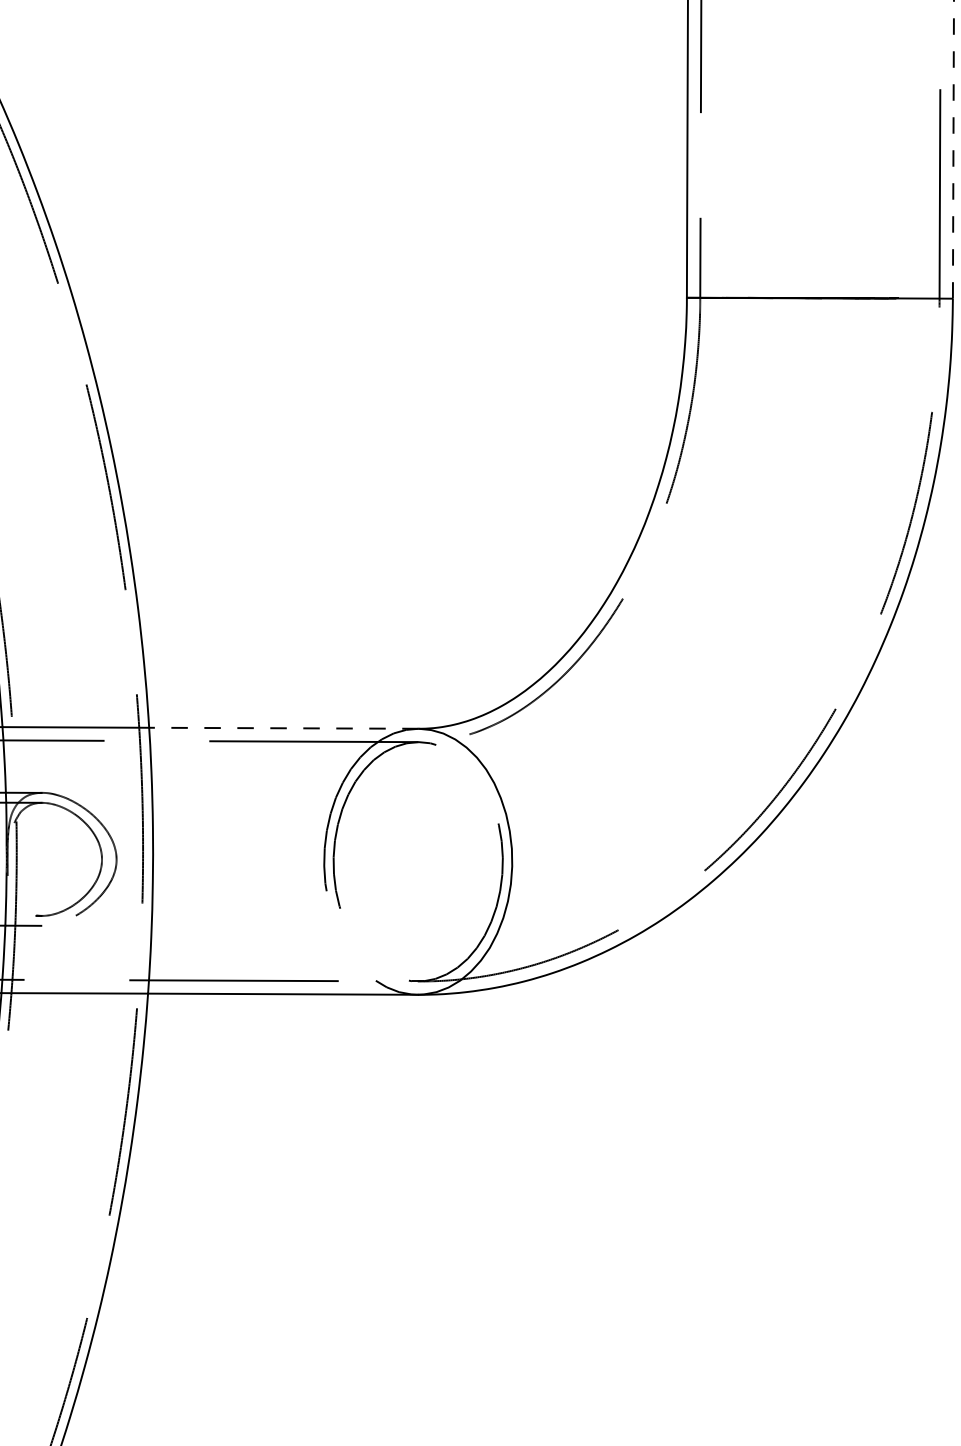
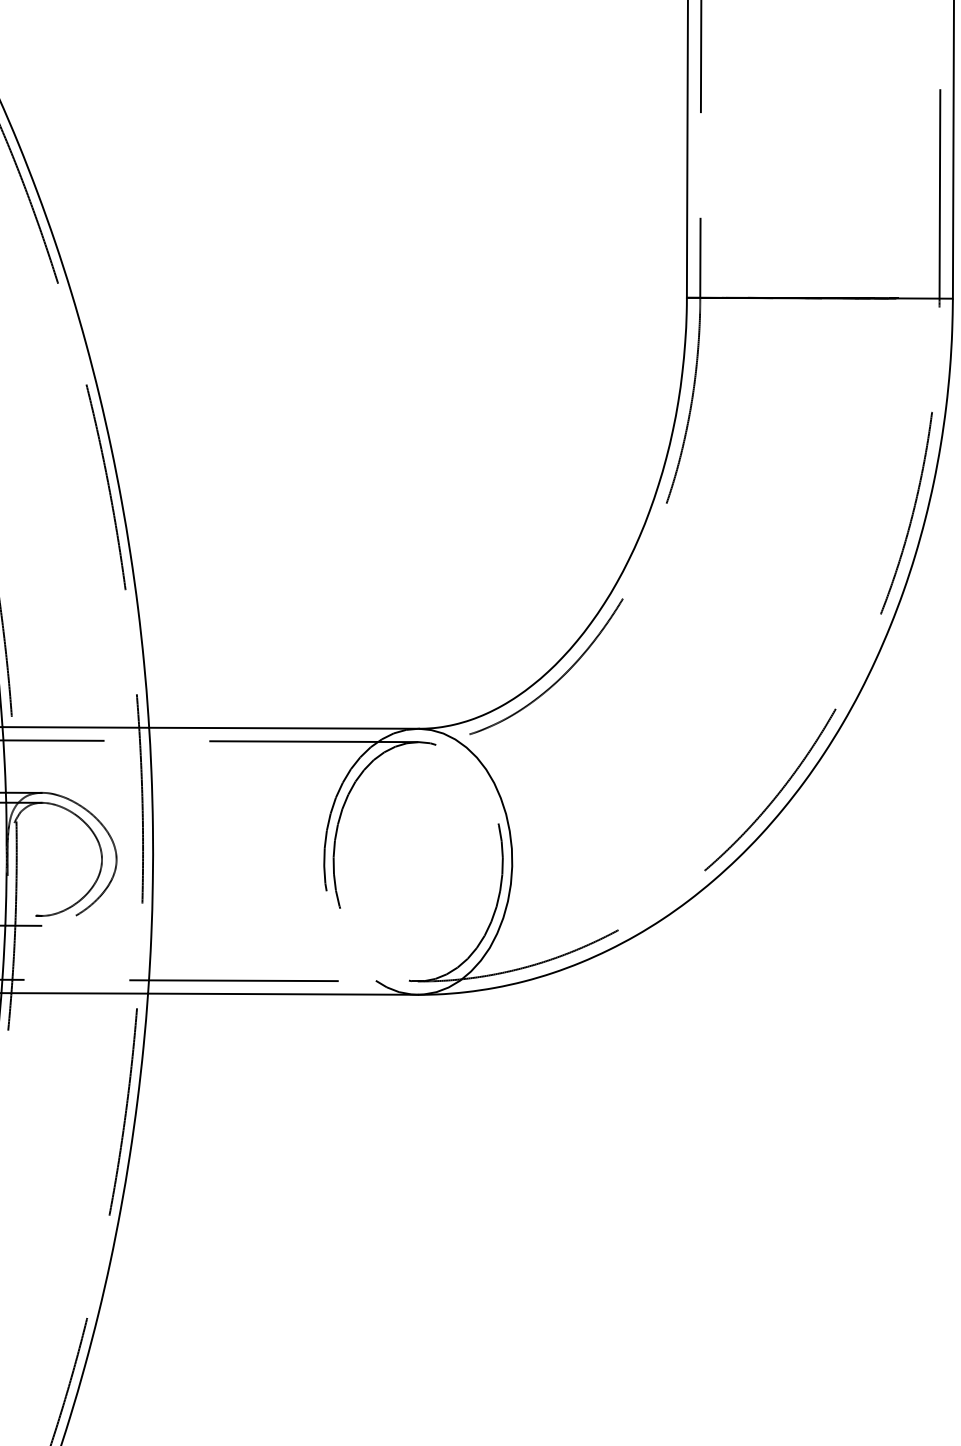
line at (953, 149): dashed -> solid
line at (283, 728): dashed -> solid
